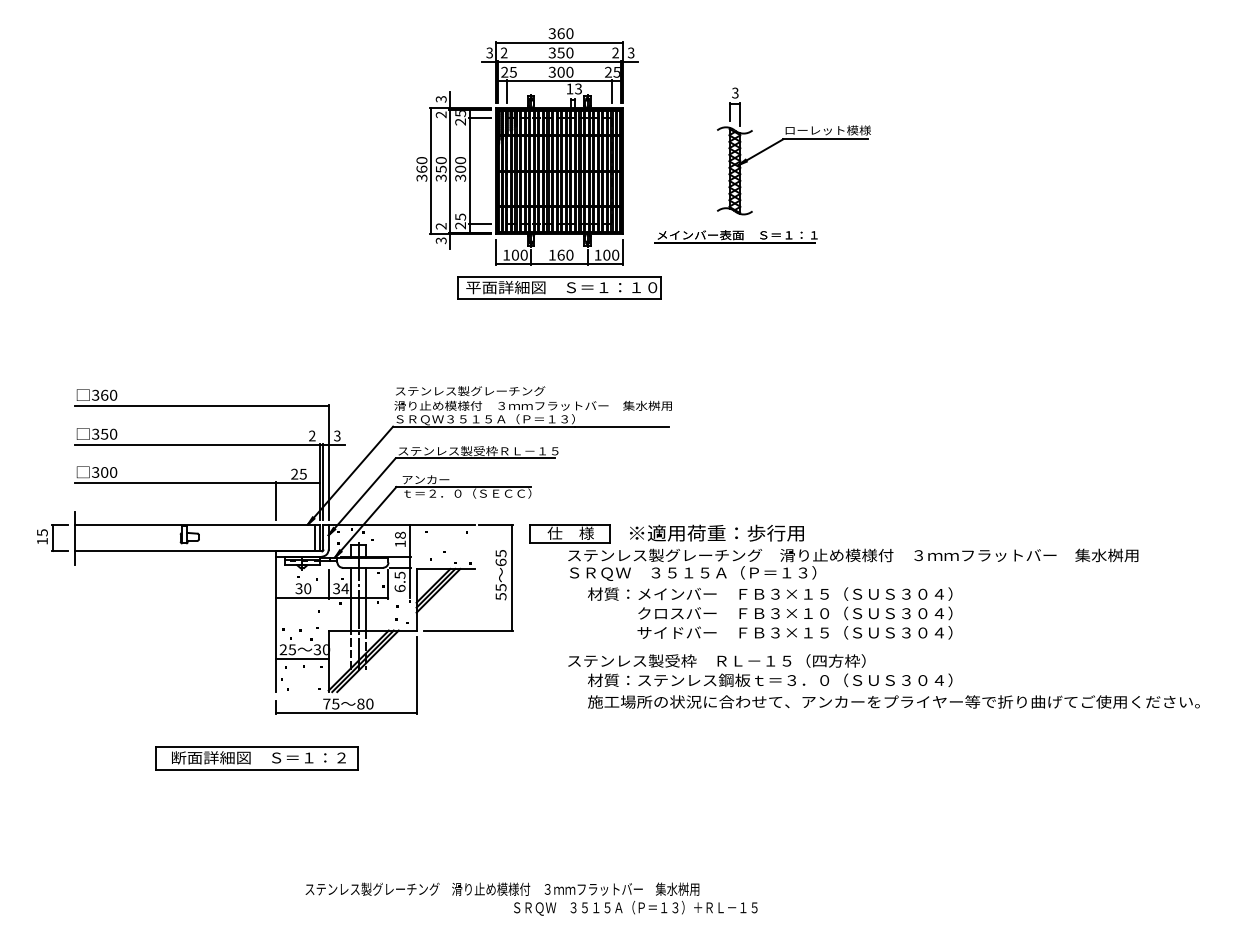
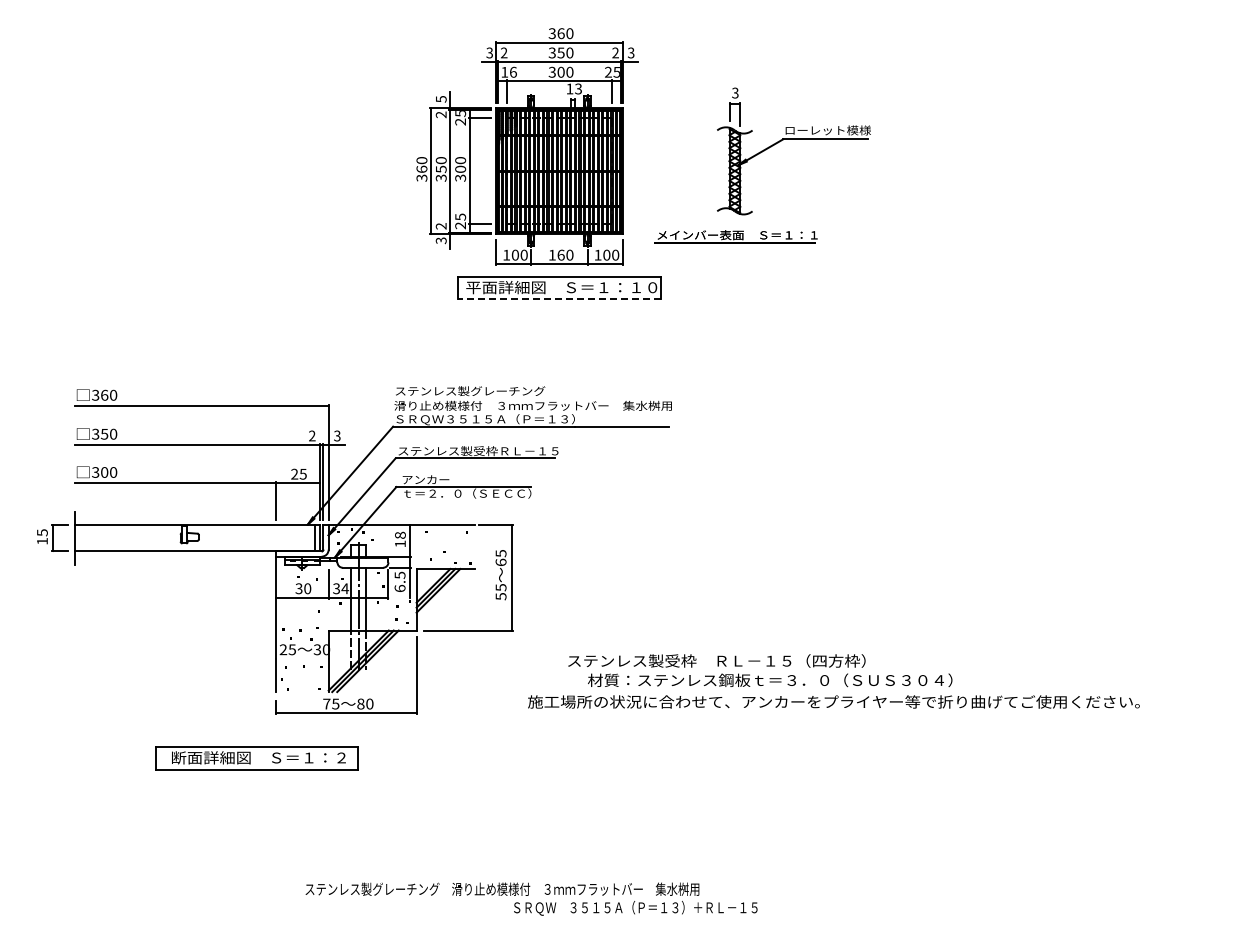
text at (508, 71): 25 -> 16
text at (440, 99): 3 -> 5
line at (558, 299): solid -> dashed
part at (828, 589): present -> none
line at (301, 658): present -> none
text at (893, 701) position: (893, 701) -> (833, 701)
